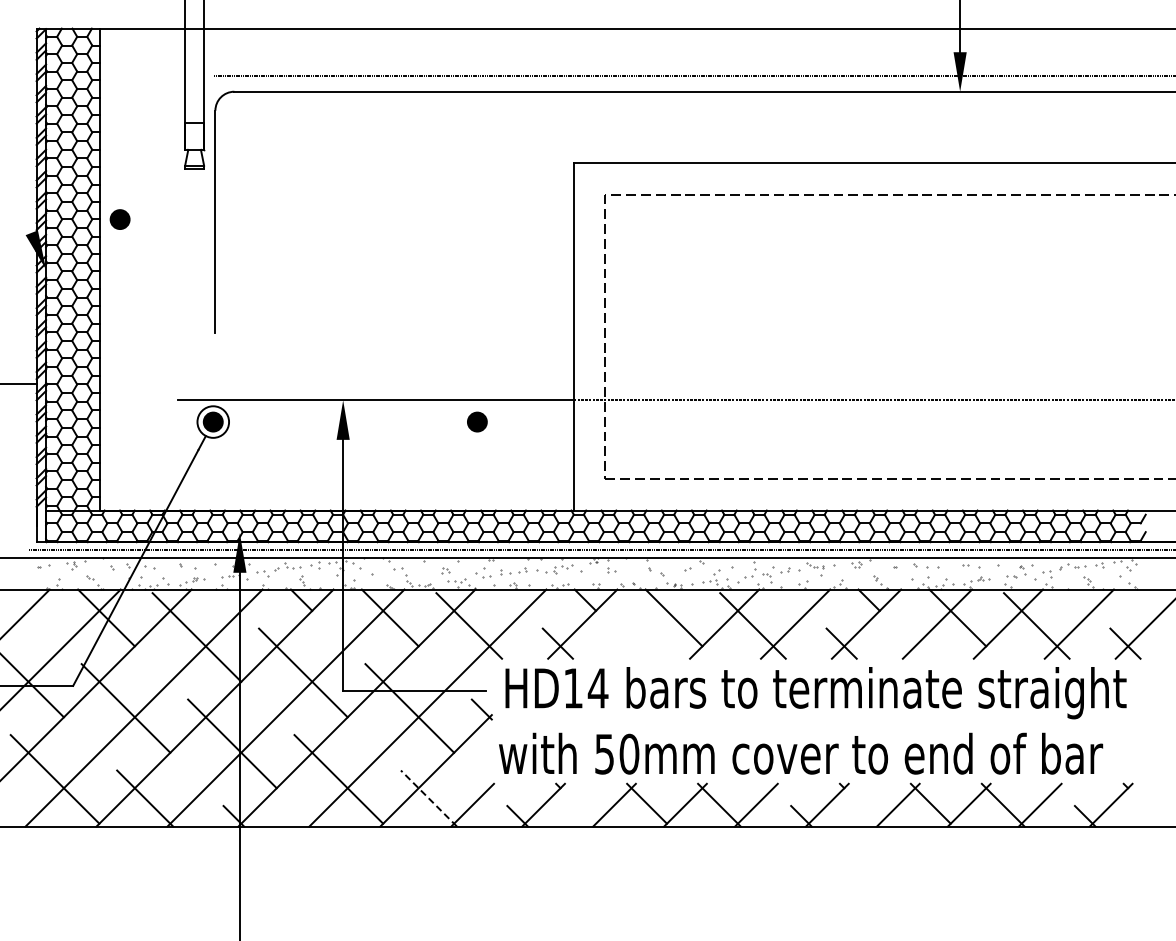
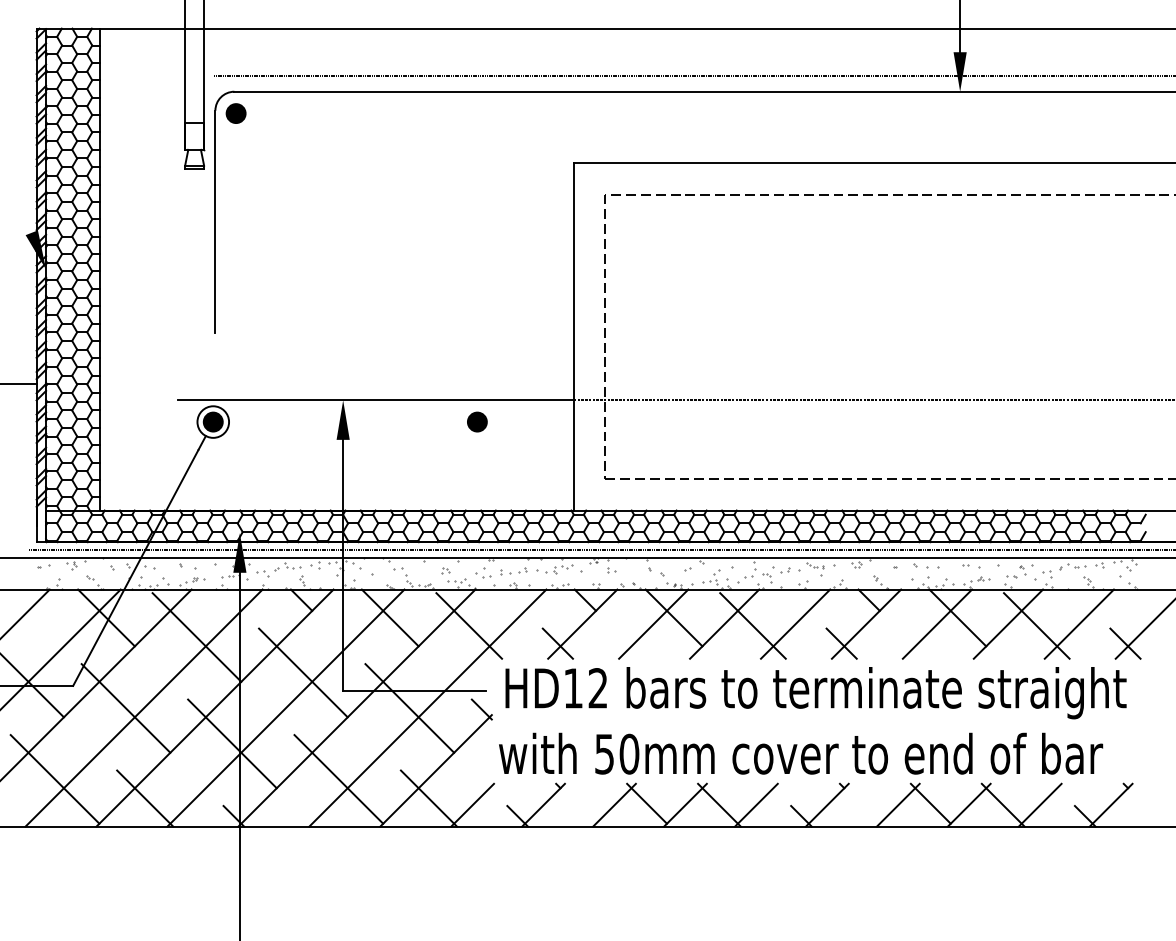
part at (119, 219) position: (119, 219) -> (235, 113)
line at (653, 623): none -> present
text at (597, 688): HD14 -> HD12
line at (428, 798): dashed -> solid
